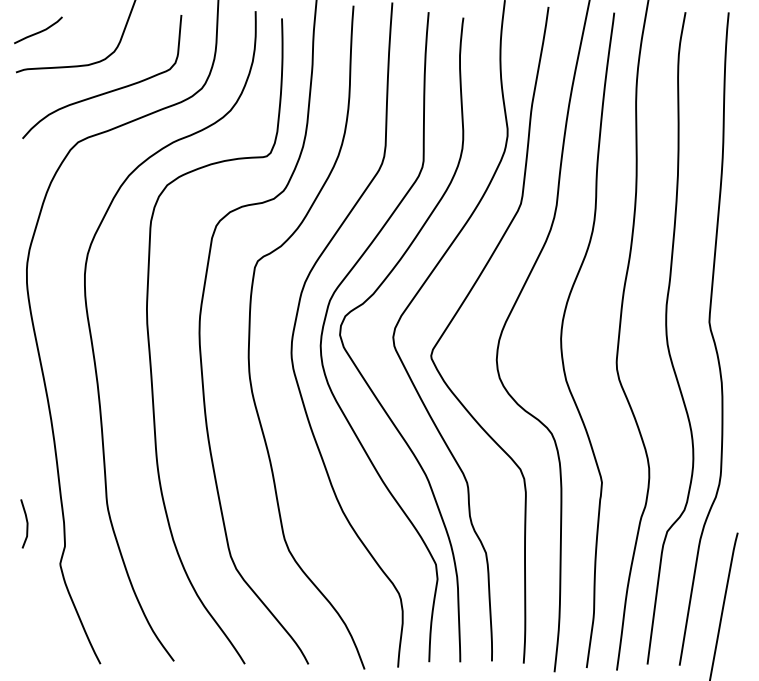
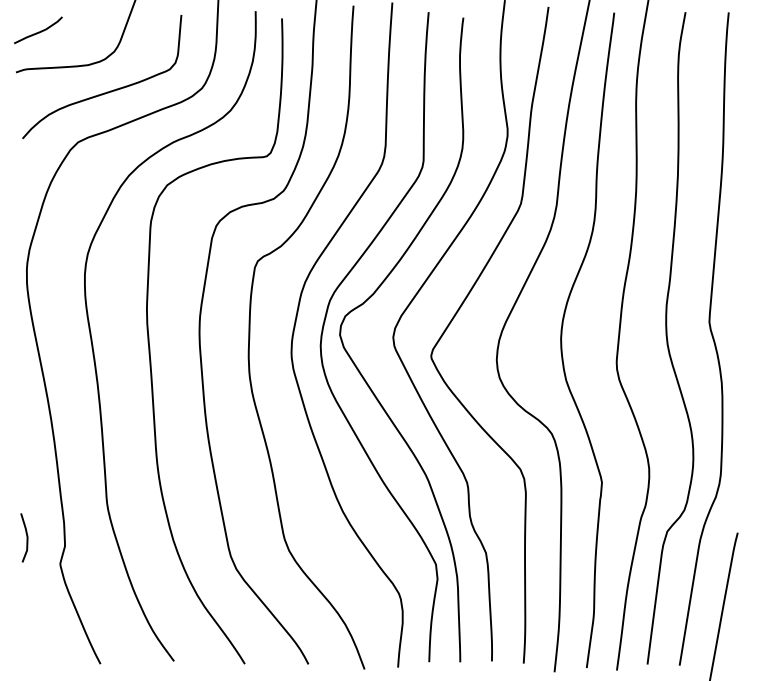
line at (26, 523) position: (26, 523) -> (26, 537)
